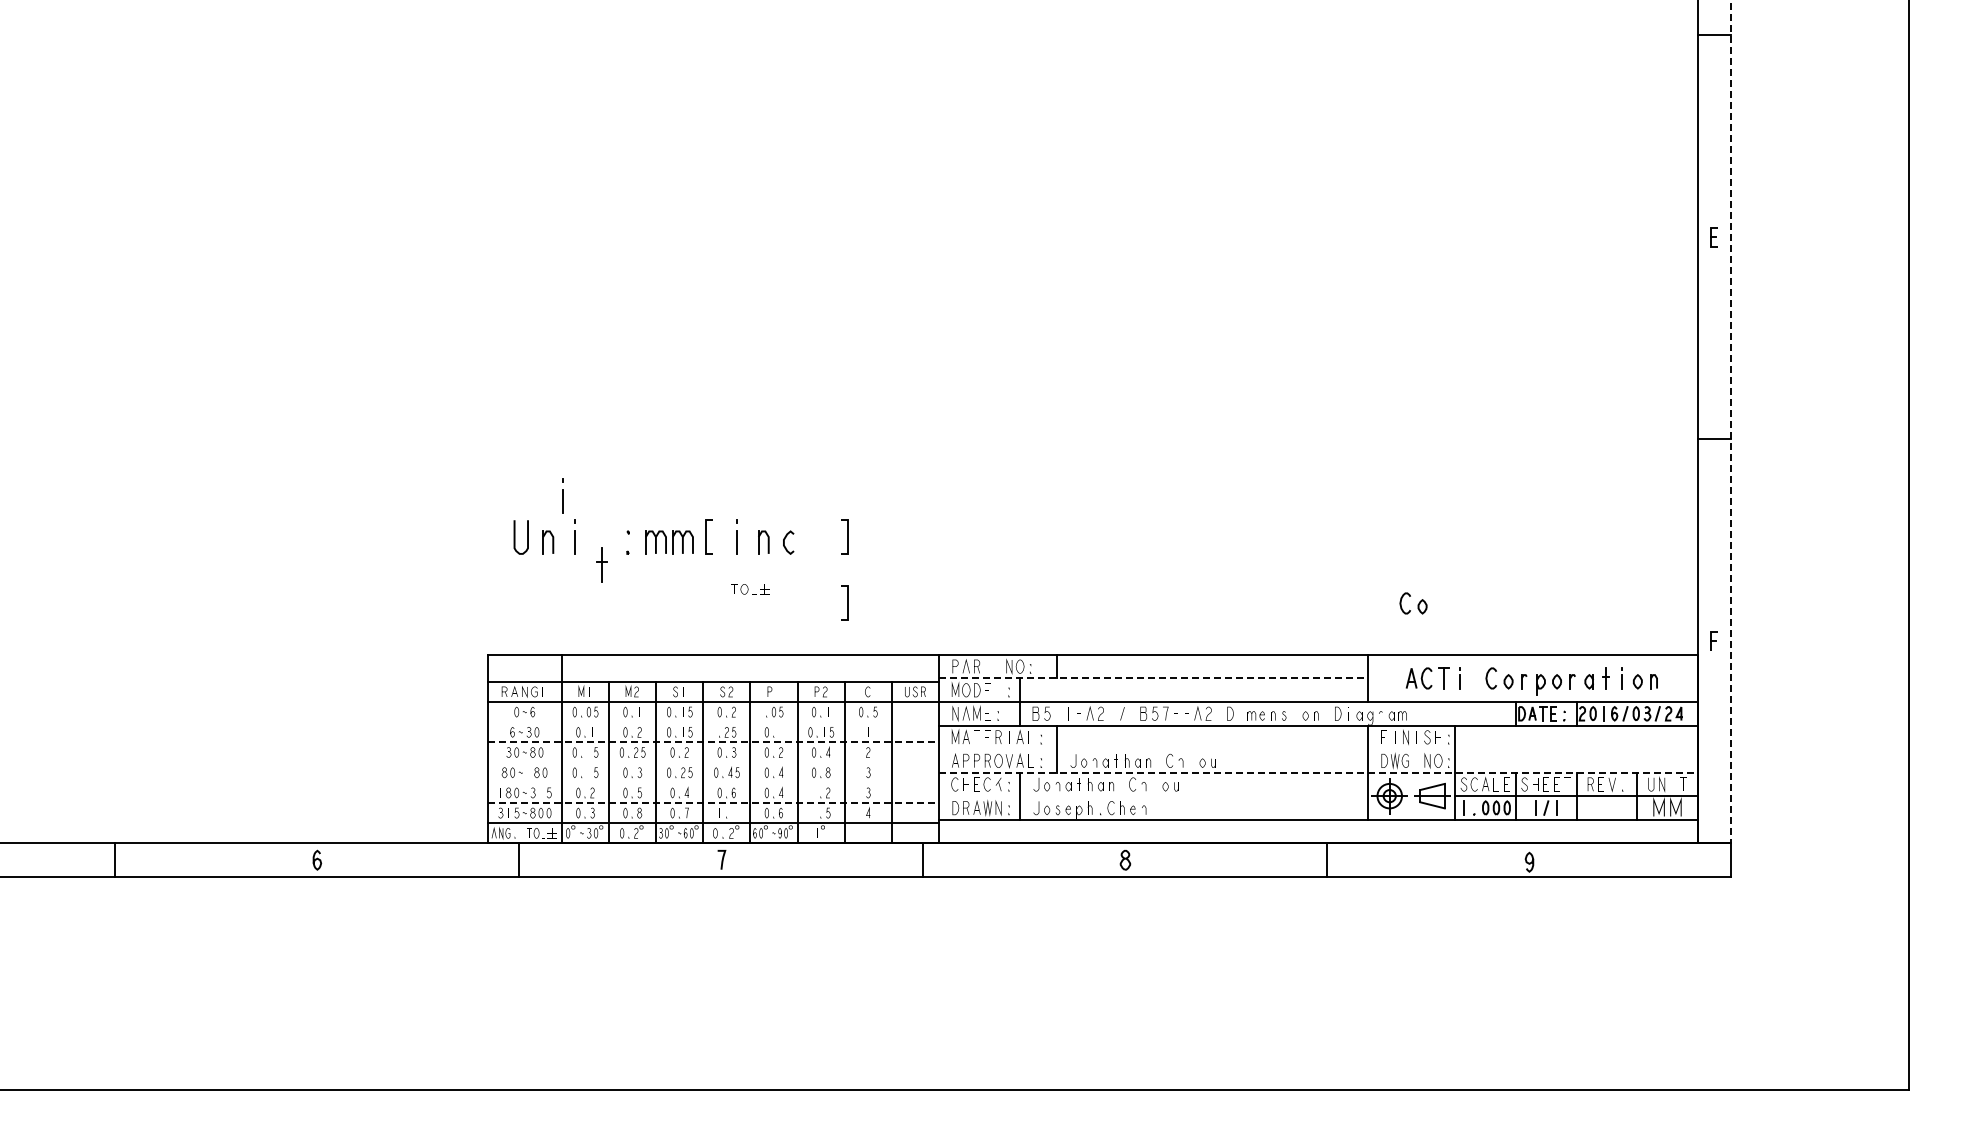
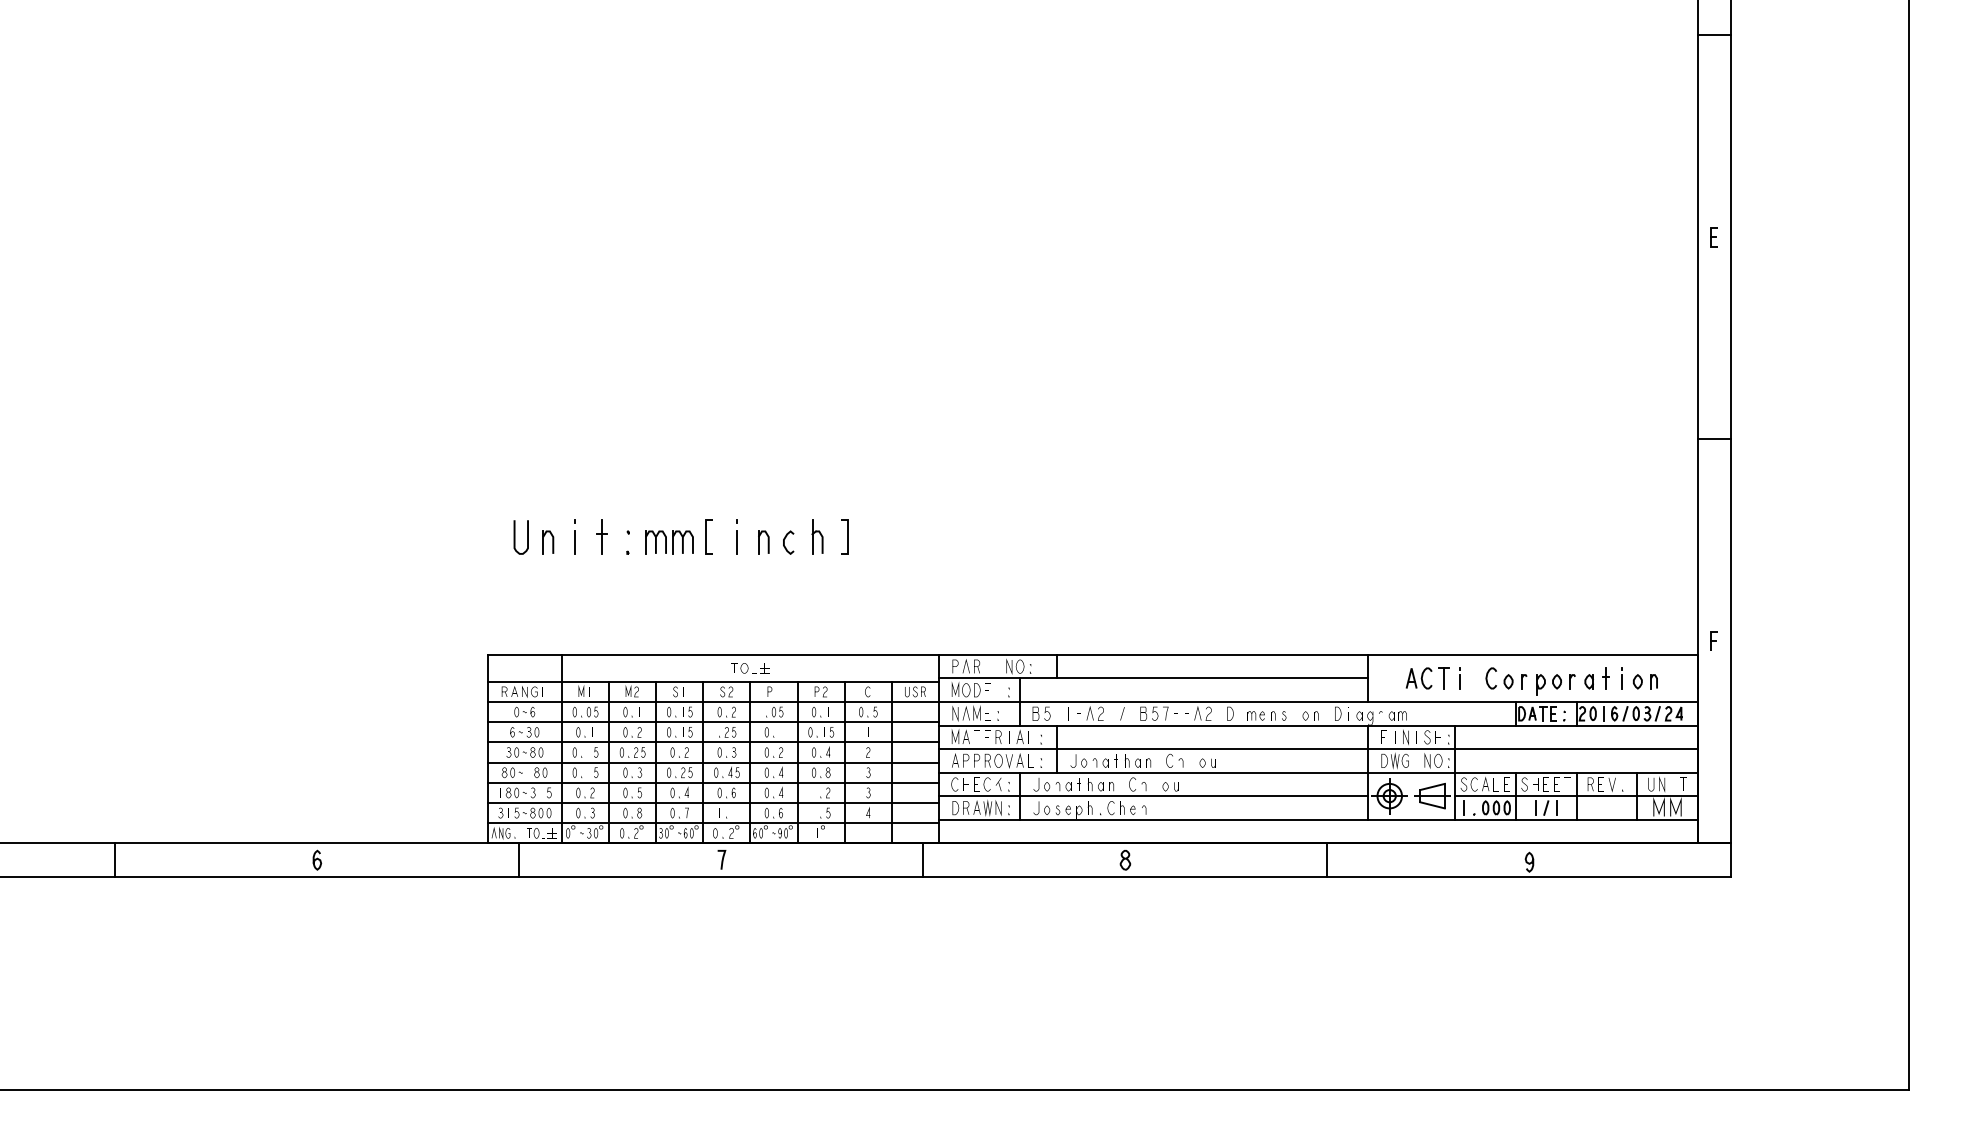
line at (1731, 422): dashed -> solid
line at (562, 495): present -> none
part at (817, 536): none -> present
part at (601, 564) position: (601, 564) -> (601, 536)
part at (750, 589) position: (750, 589) -> (750, 668)
line at (847, 602): present -> none
part at (1413, 603): present -> none
line at (1153, 678): dashed -> solid
line at (712, 722): none -> present
line at (713, 742): dashed -> solid
line at (1317, 749): none -> present
line at (712, 762): none -> present
line at (1318, 772): dashed -> solid
line at (712, 782): none -> present
line at (1152, 796): none -> present
line at (713, 803): dashed -> solid
